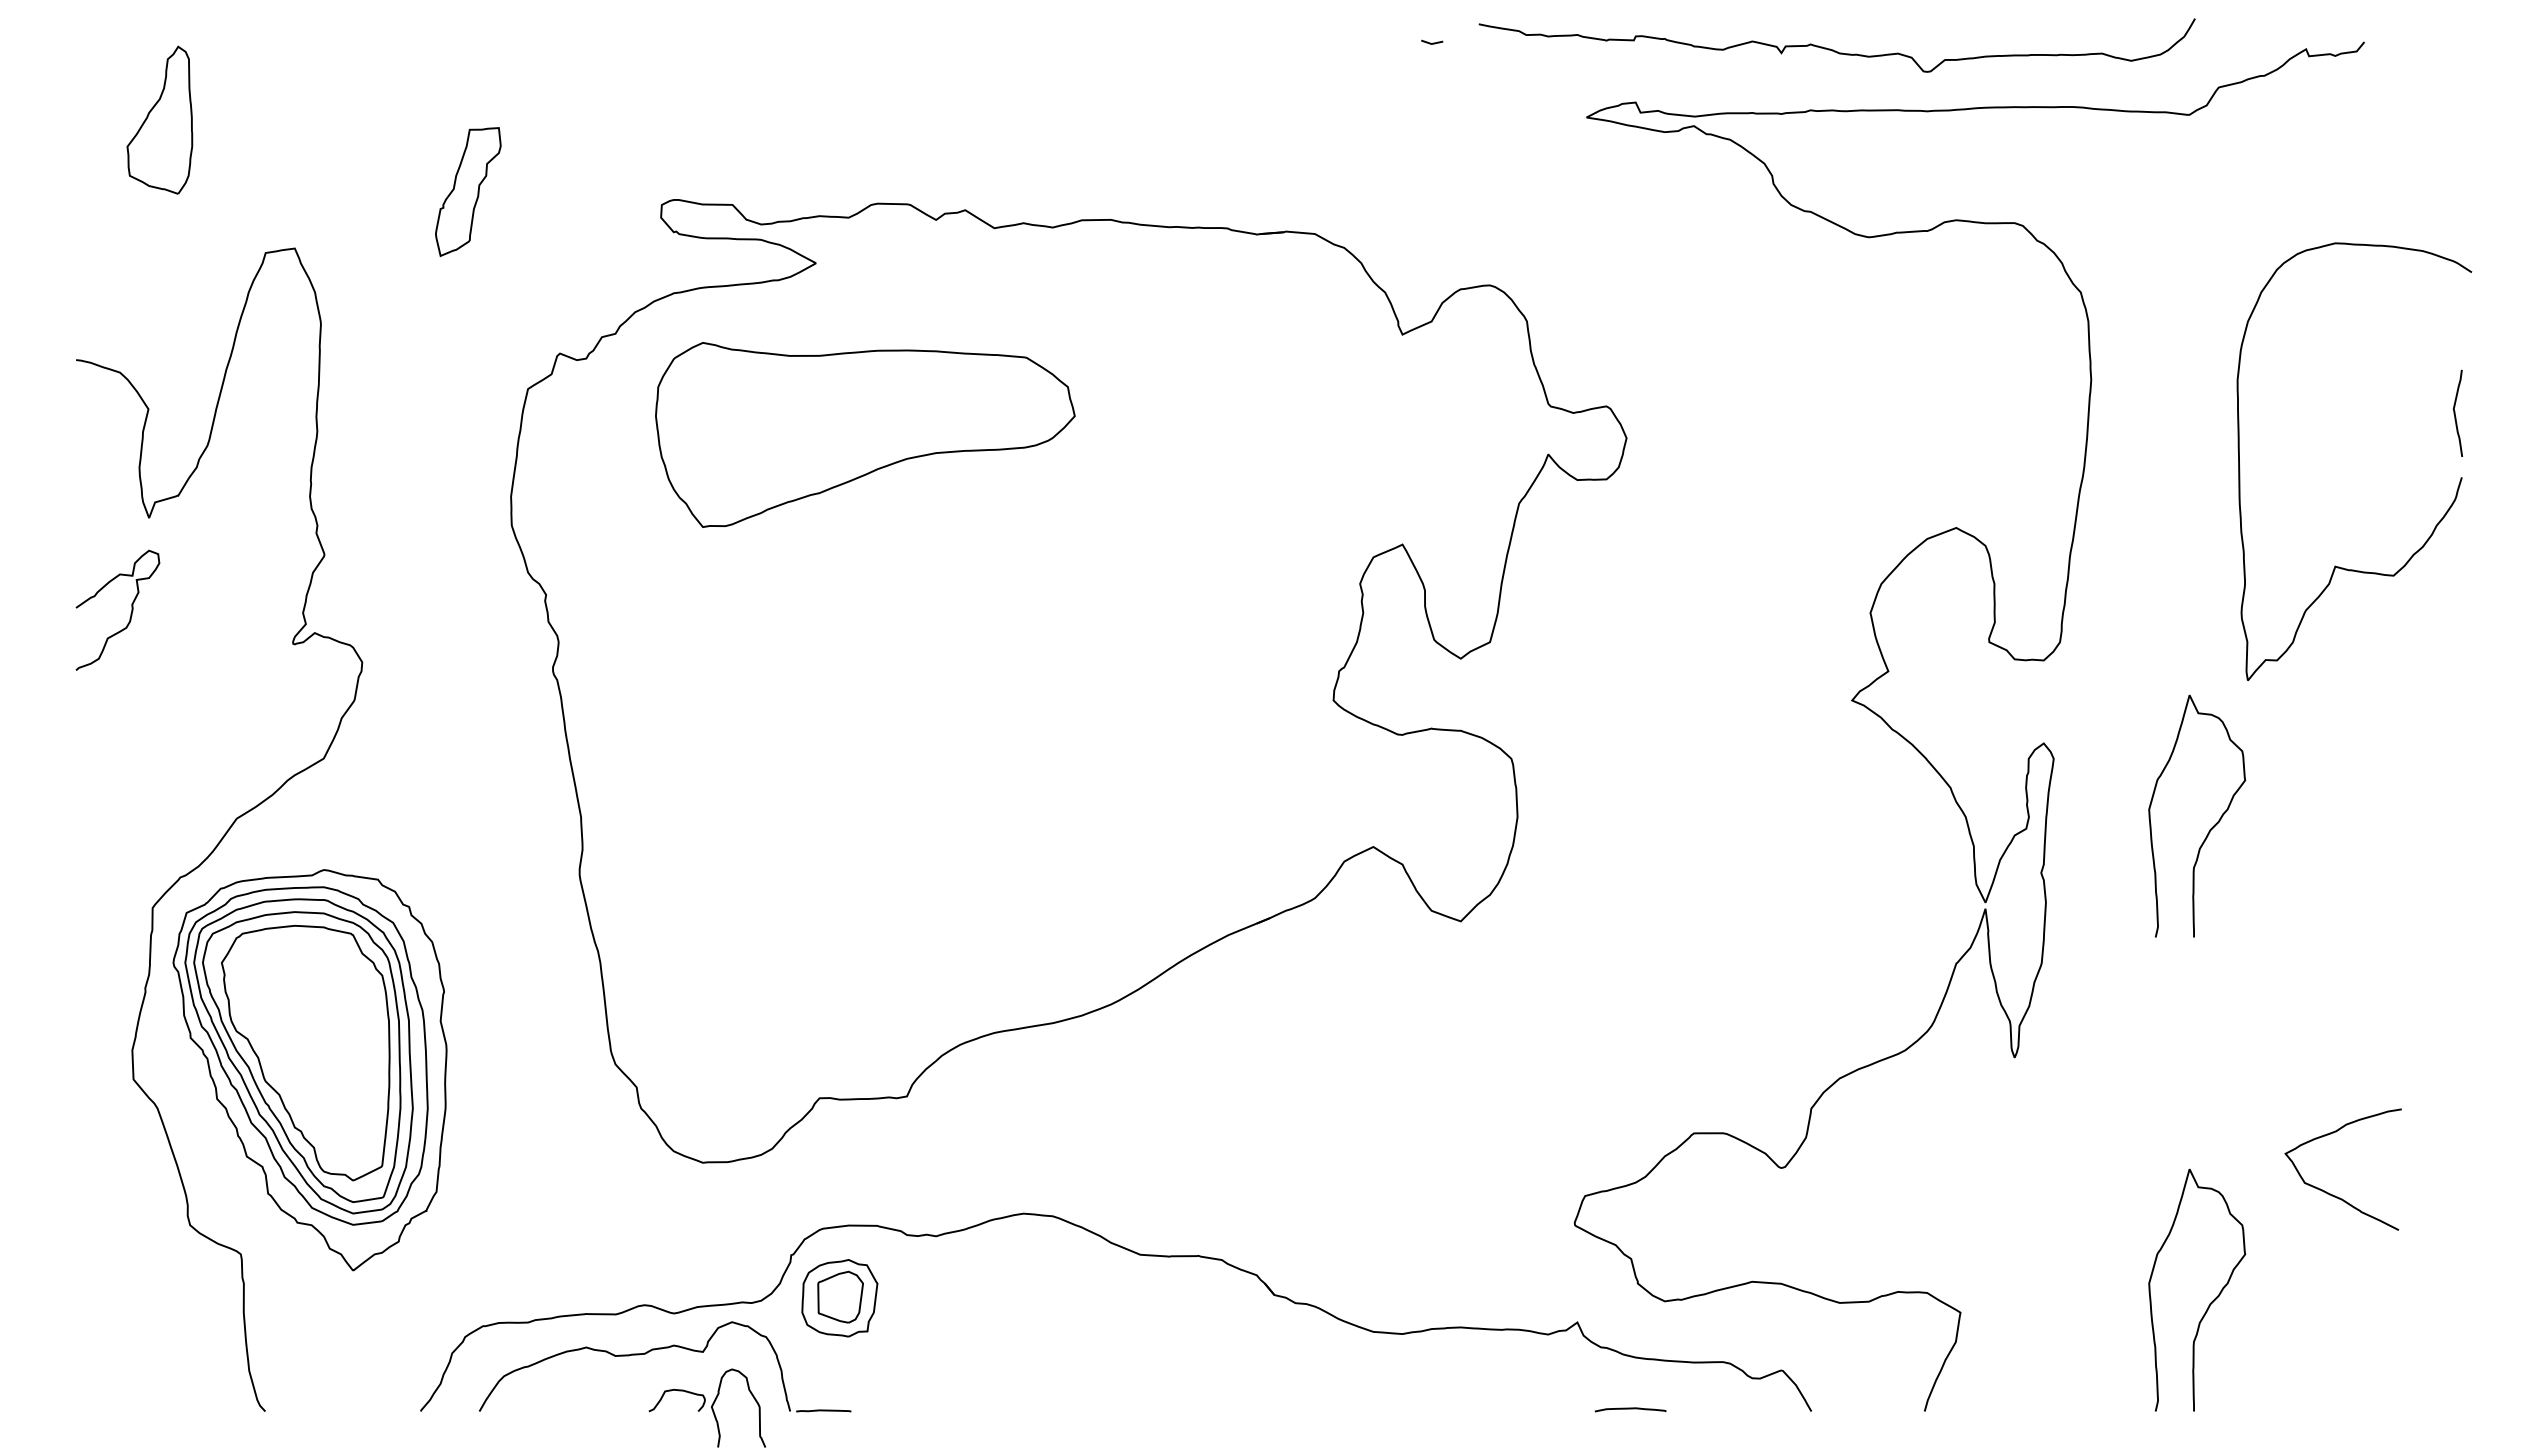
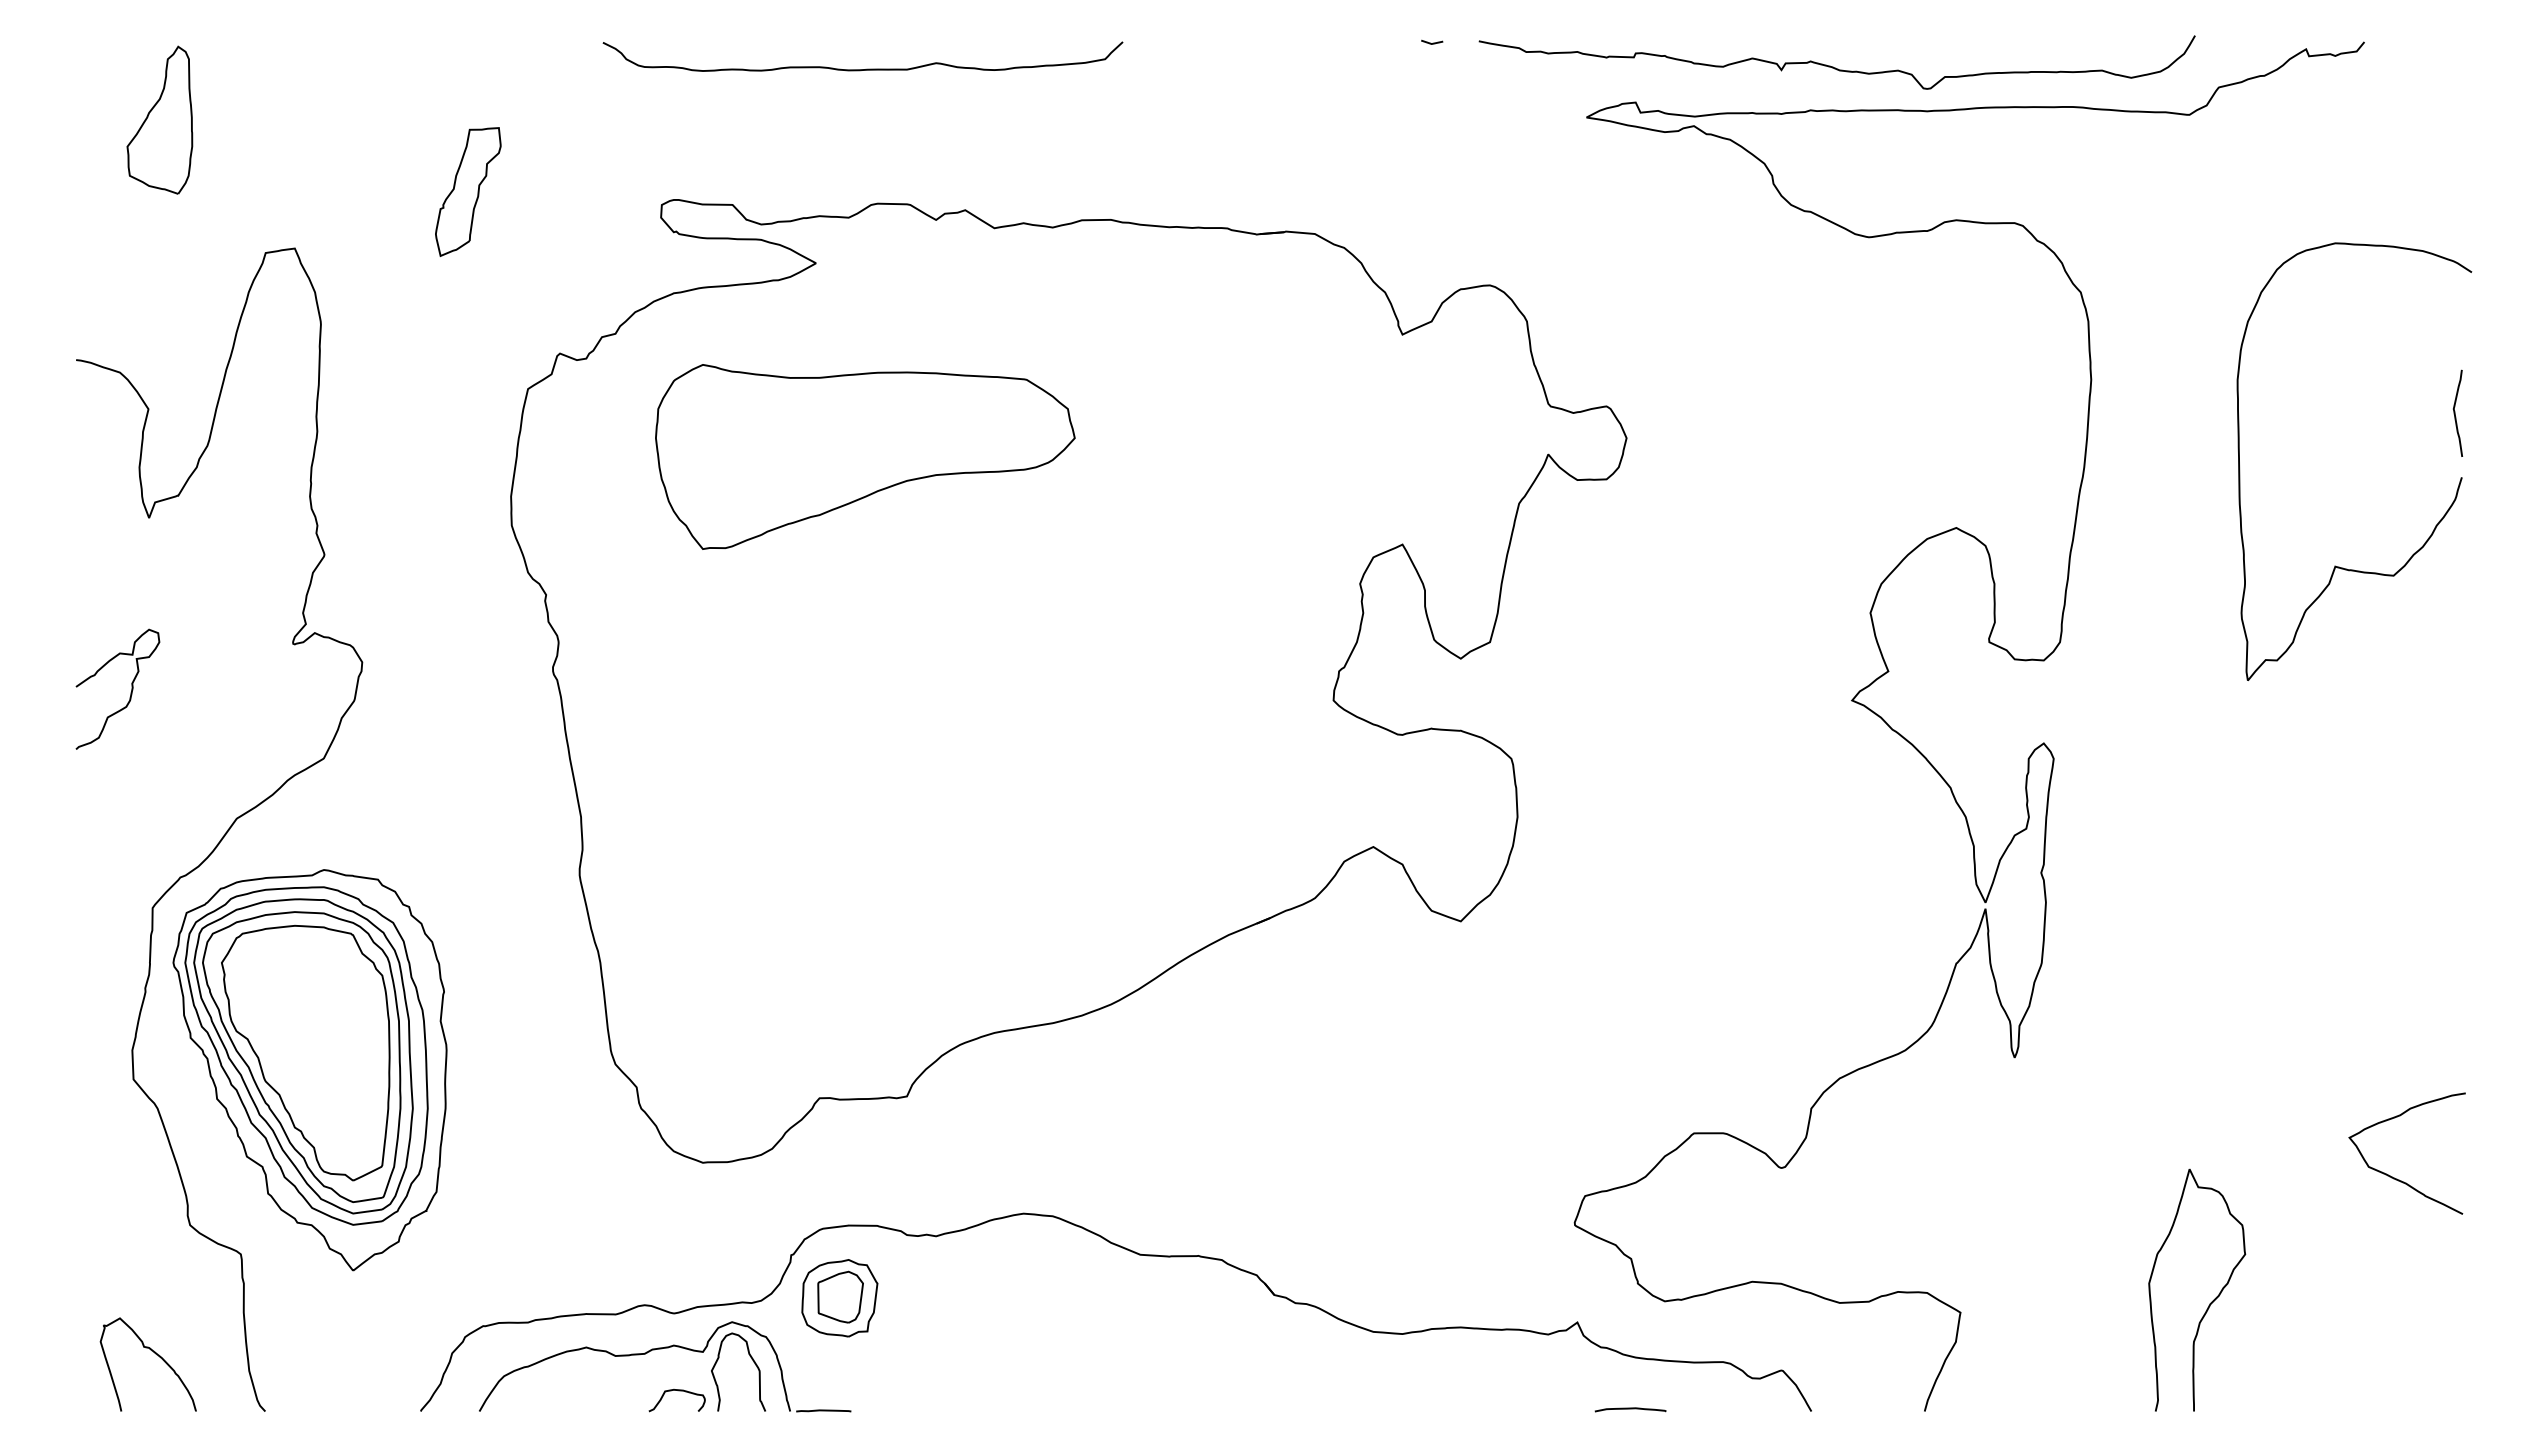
curve at (1833, 49) position: (1833, 49) -> (1833, 66)
curve at (866, 68): none -> present
part at (865, 434) position: (865, 434) -> (865, 456)
curve at (130, 613) position: (130, 613) -> (130, 692)
curve at (2210, 828): present -> none
curve at (2333, 1194) position: (2333, 1194) -> (2397, 1178)
curve at (155, 1354): none -> present
curve at (753, 1398) position: (753, 1398) -> (753, 1362)
